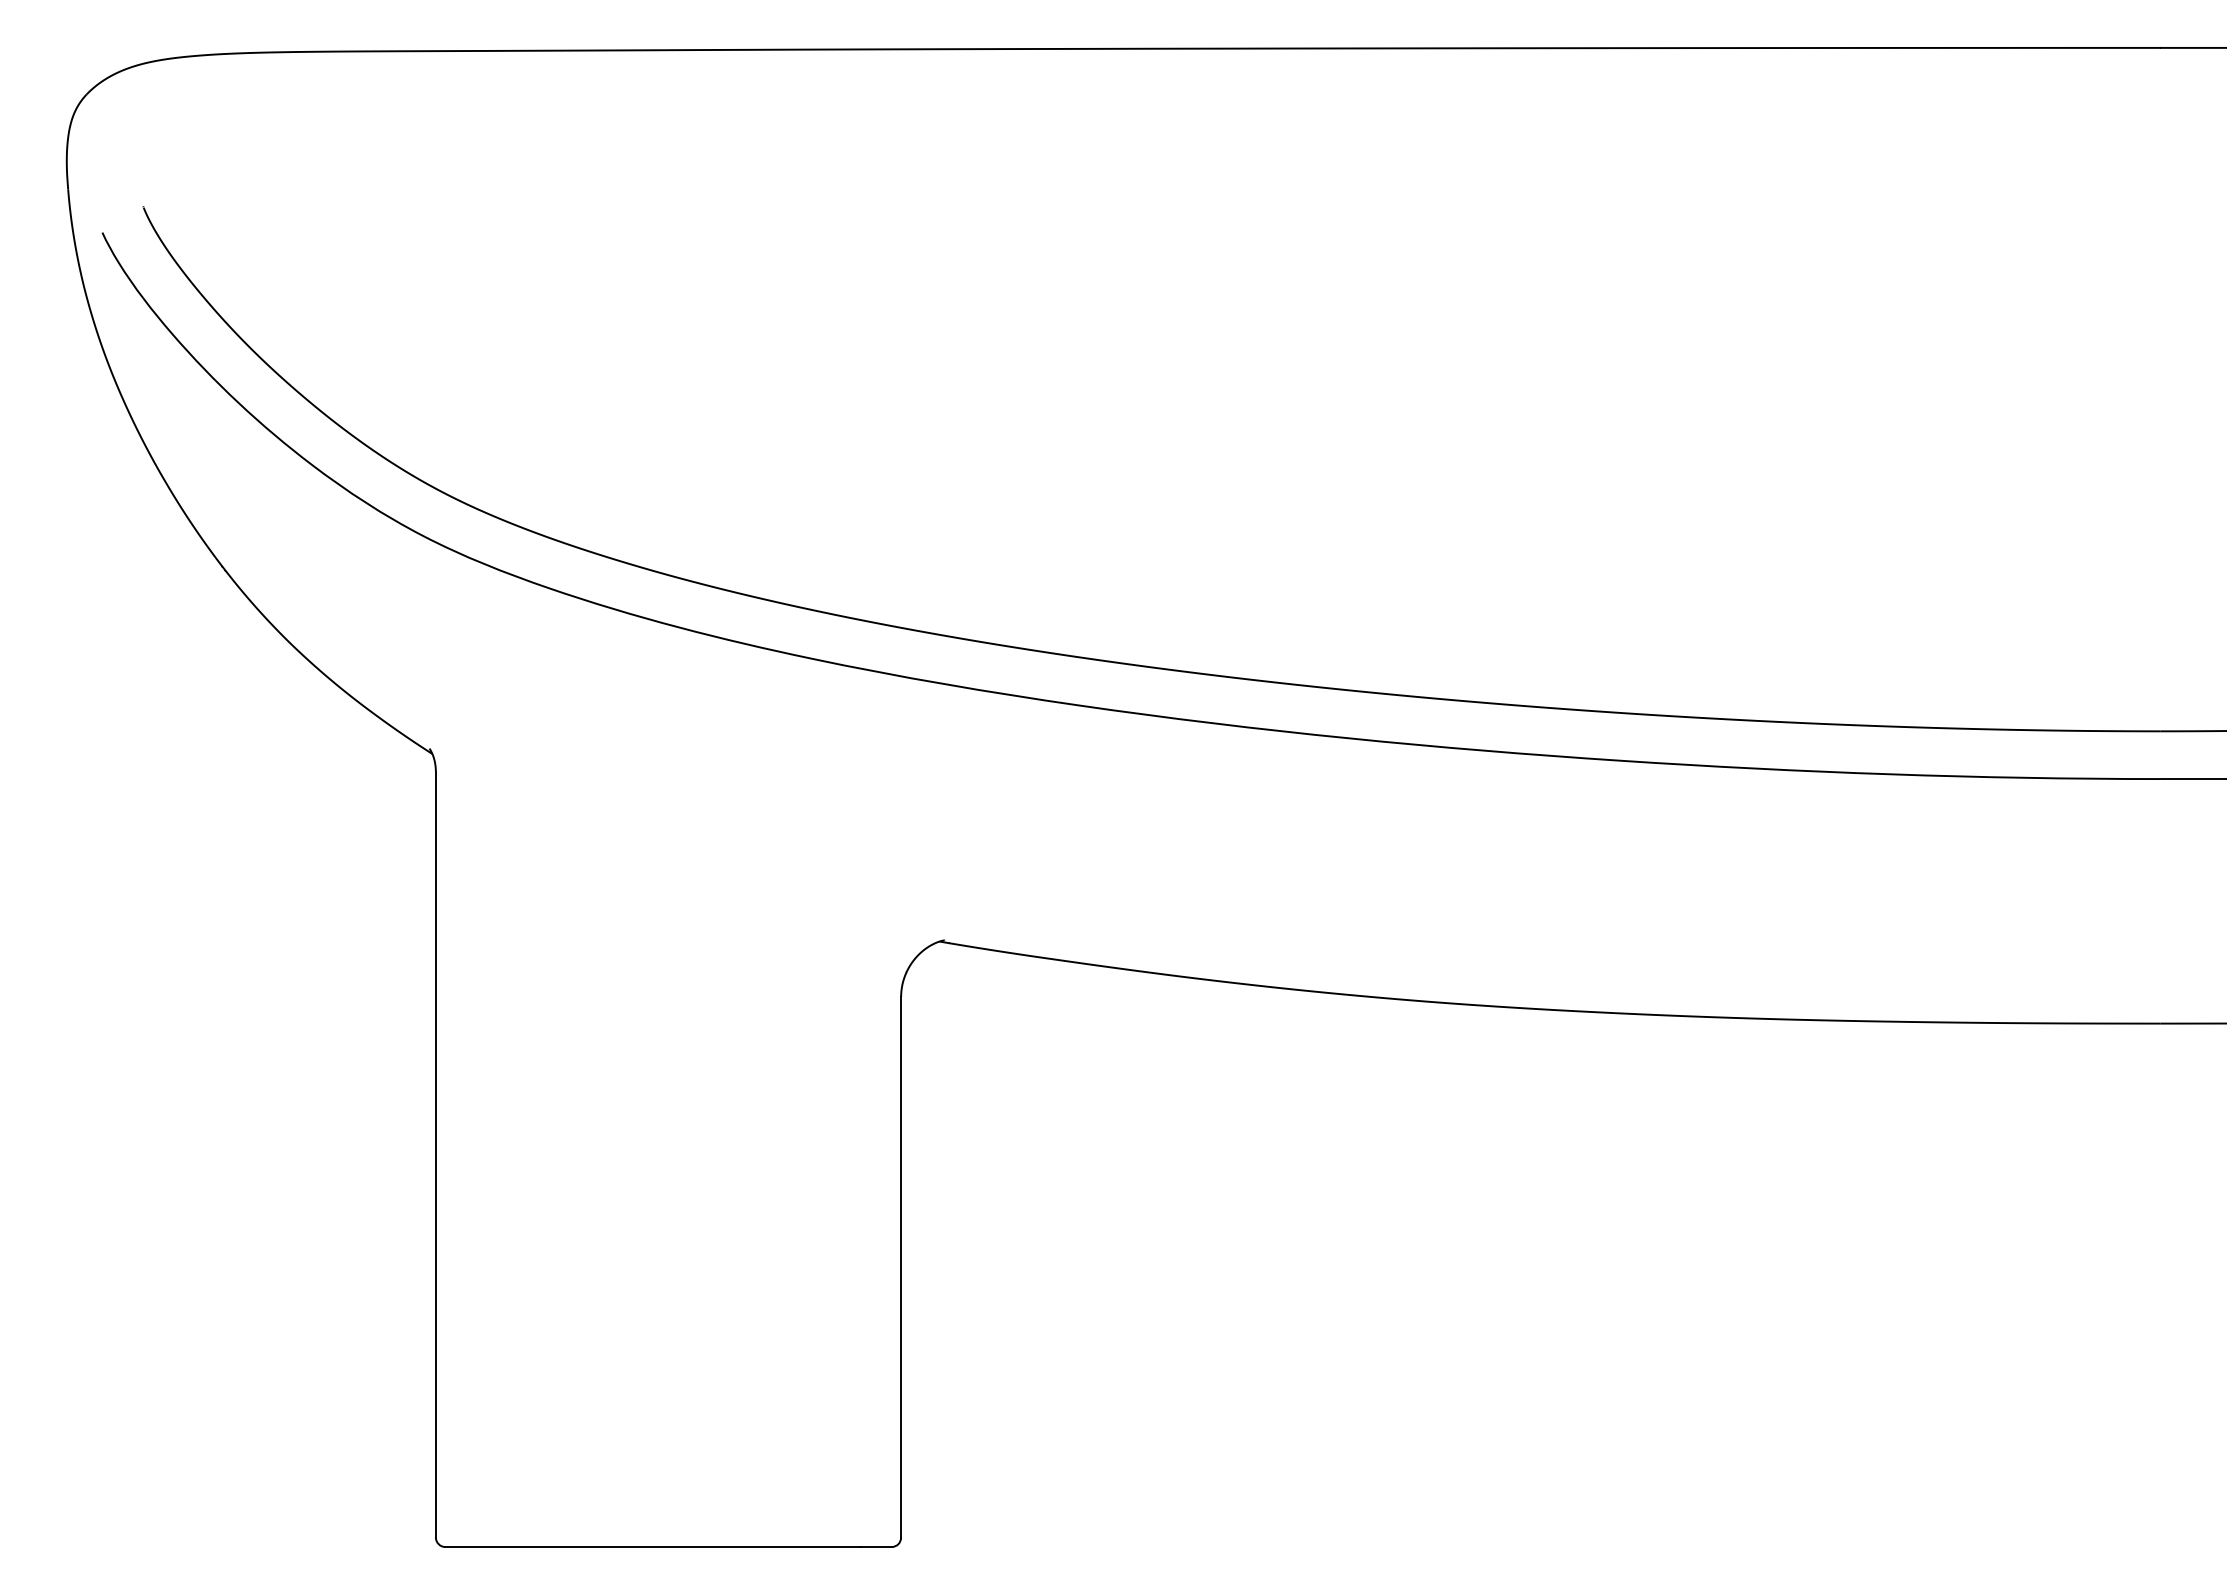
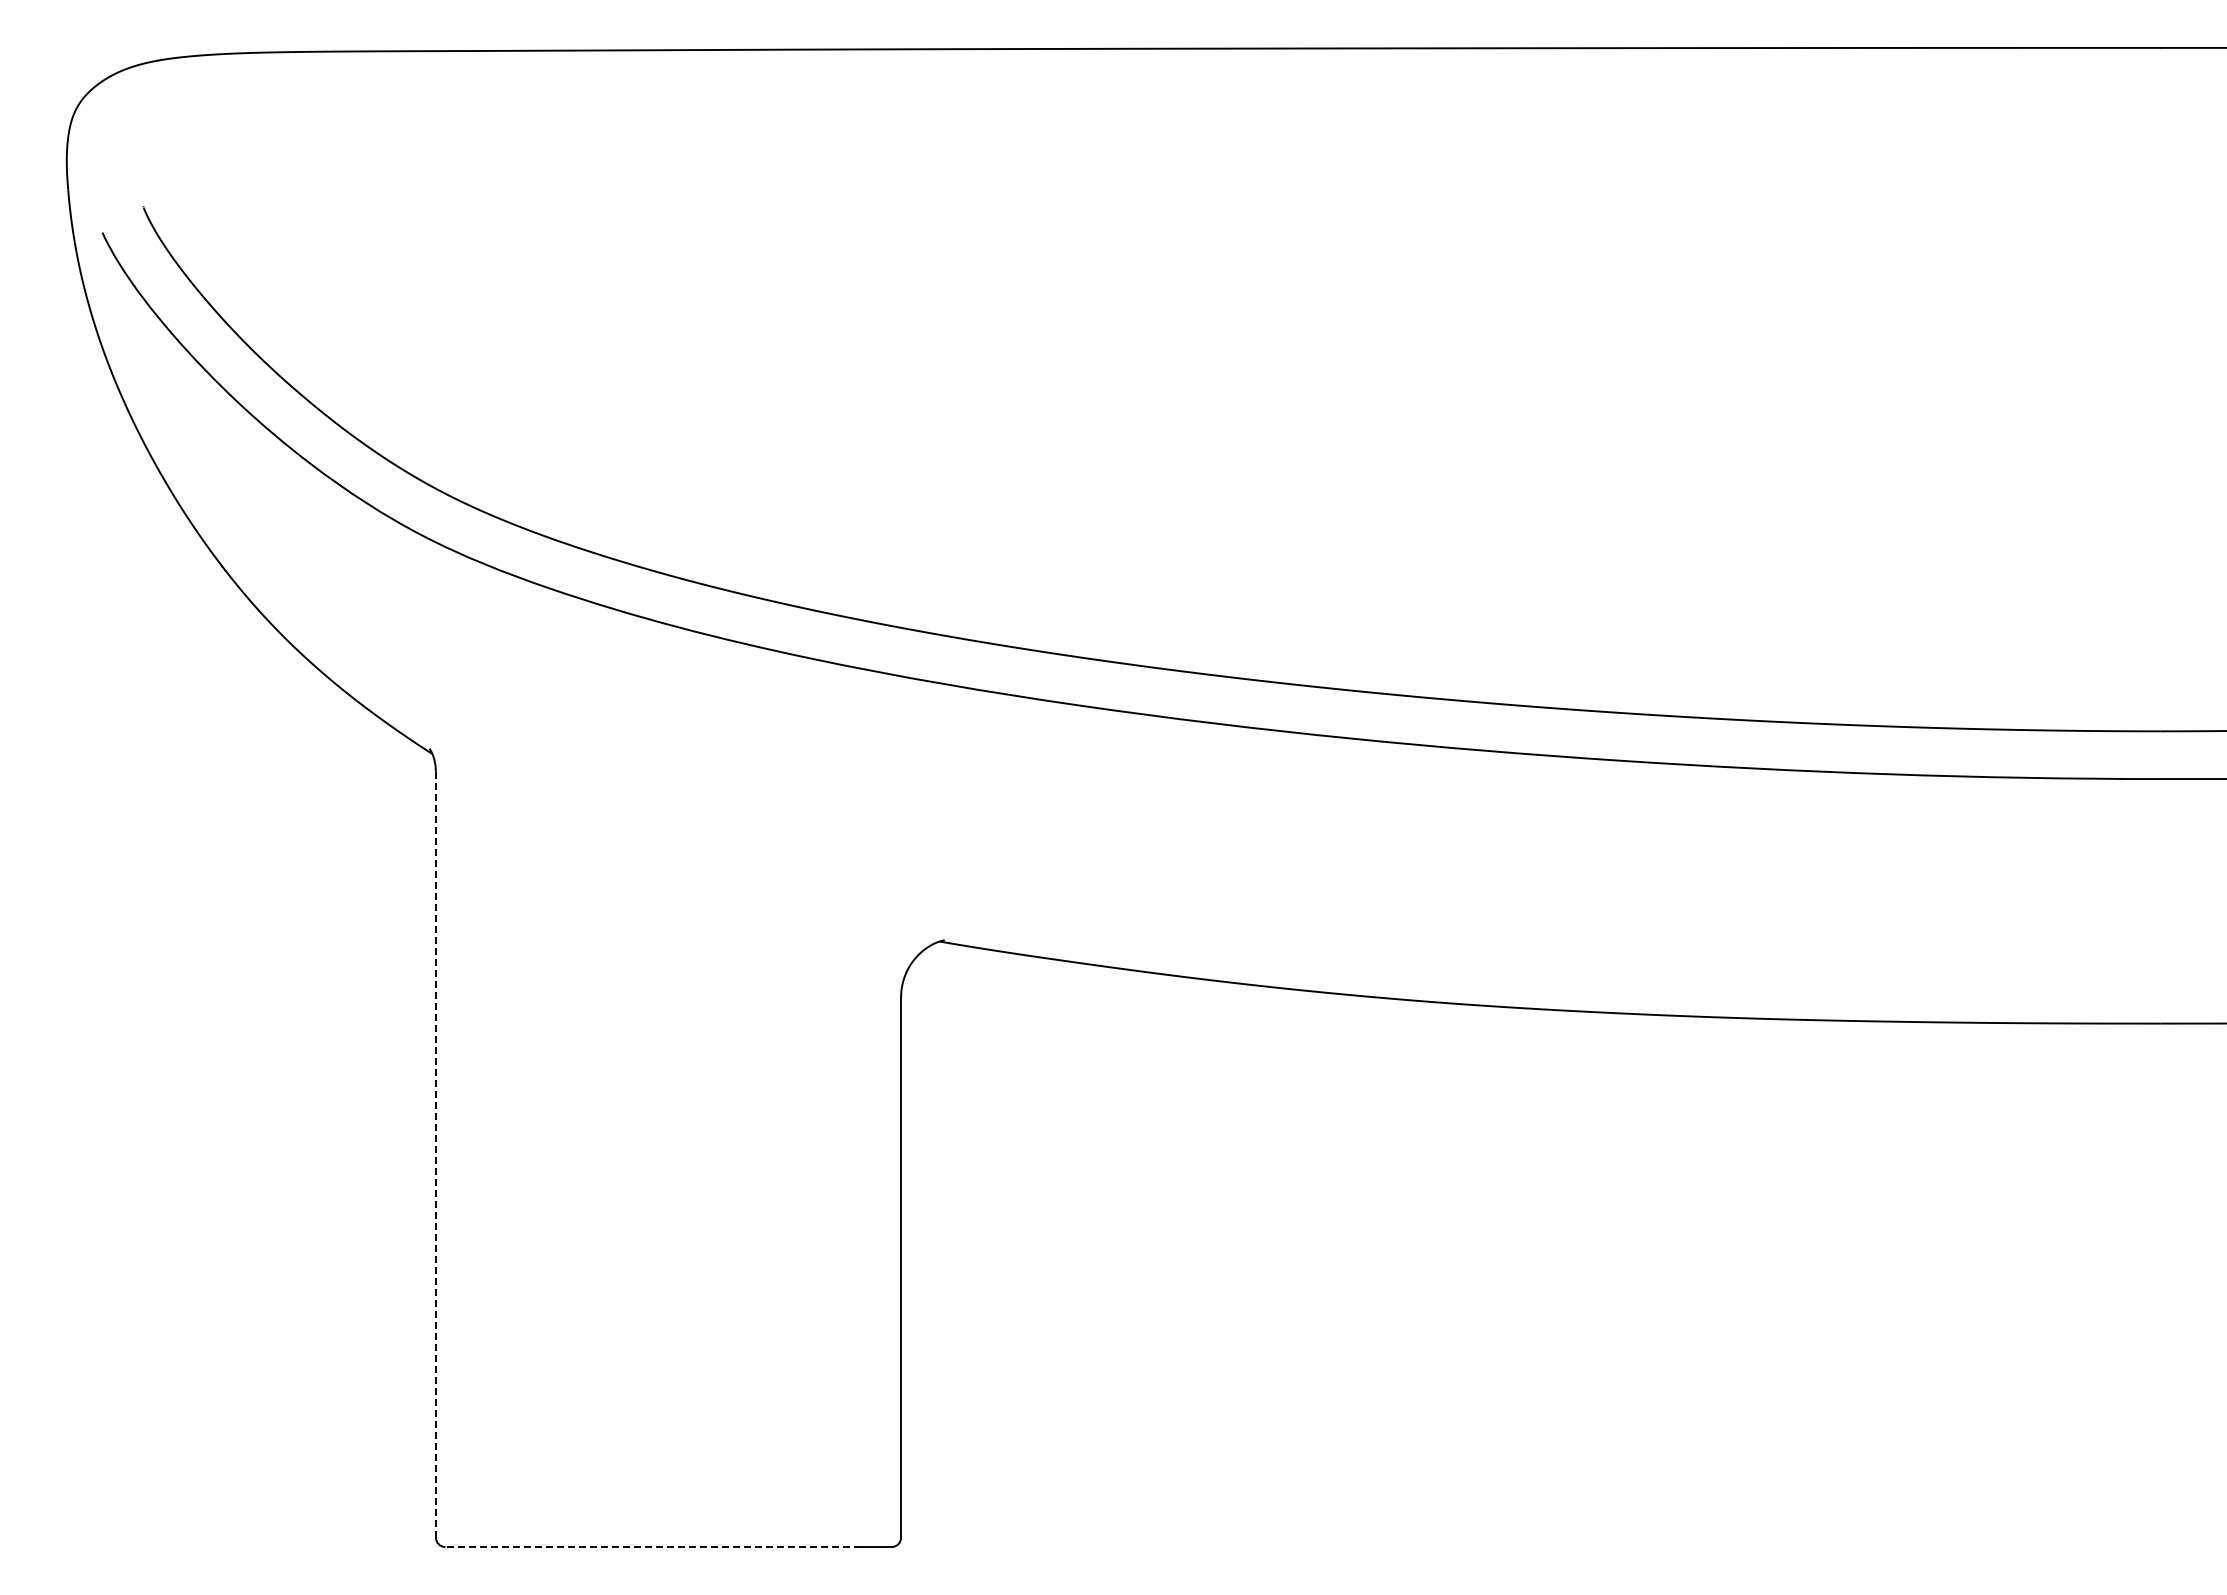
line at (435, 1154): solid -> dashed
line at (653, 1547): solid -> dashed
